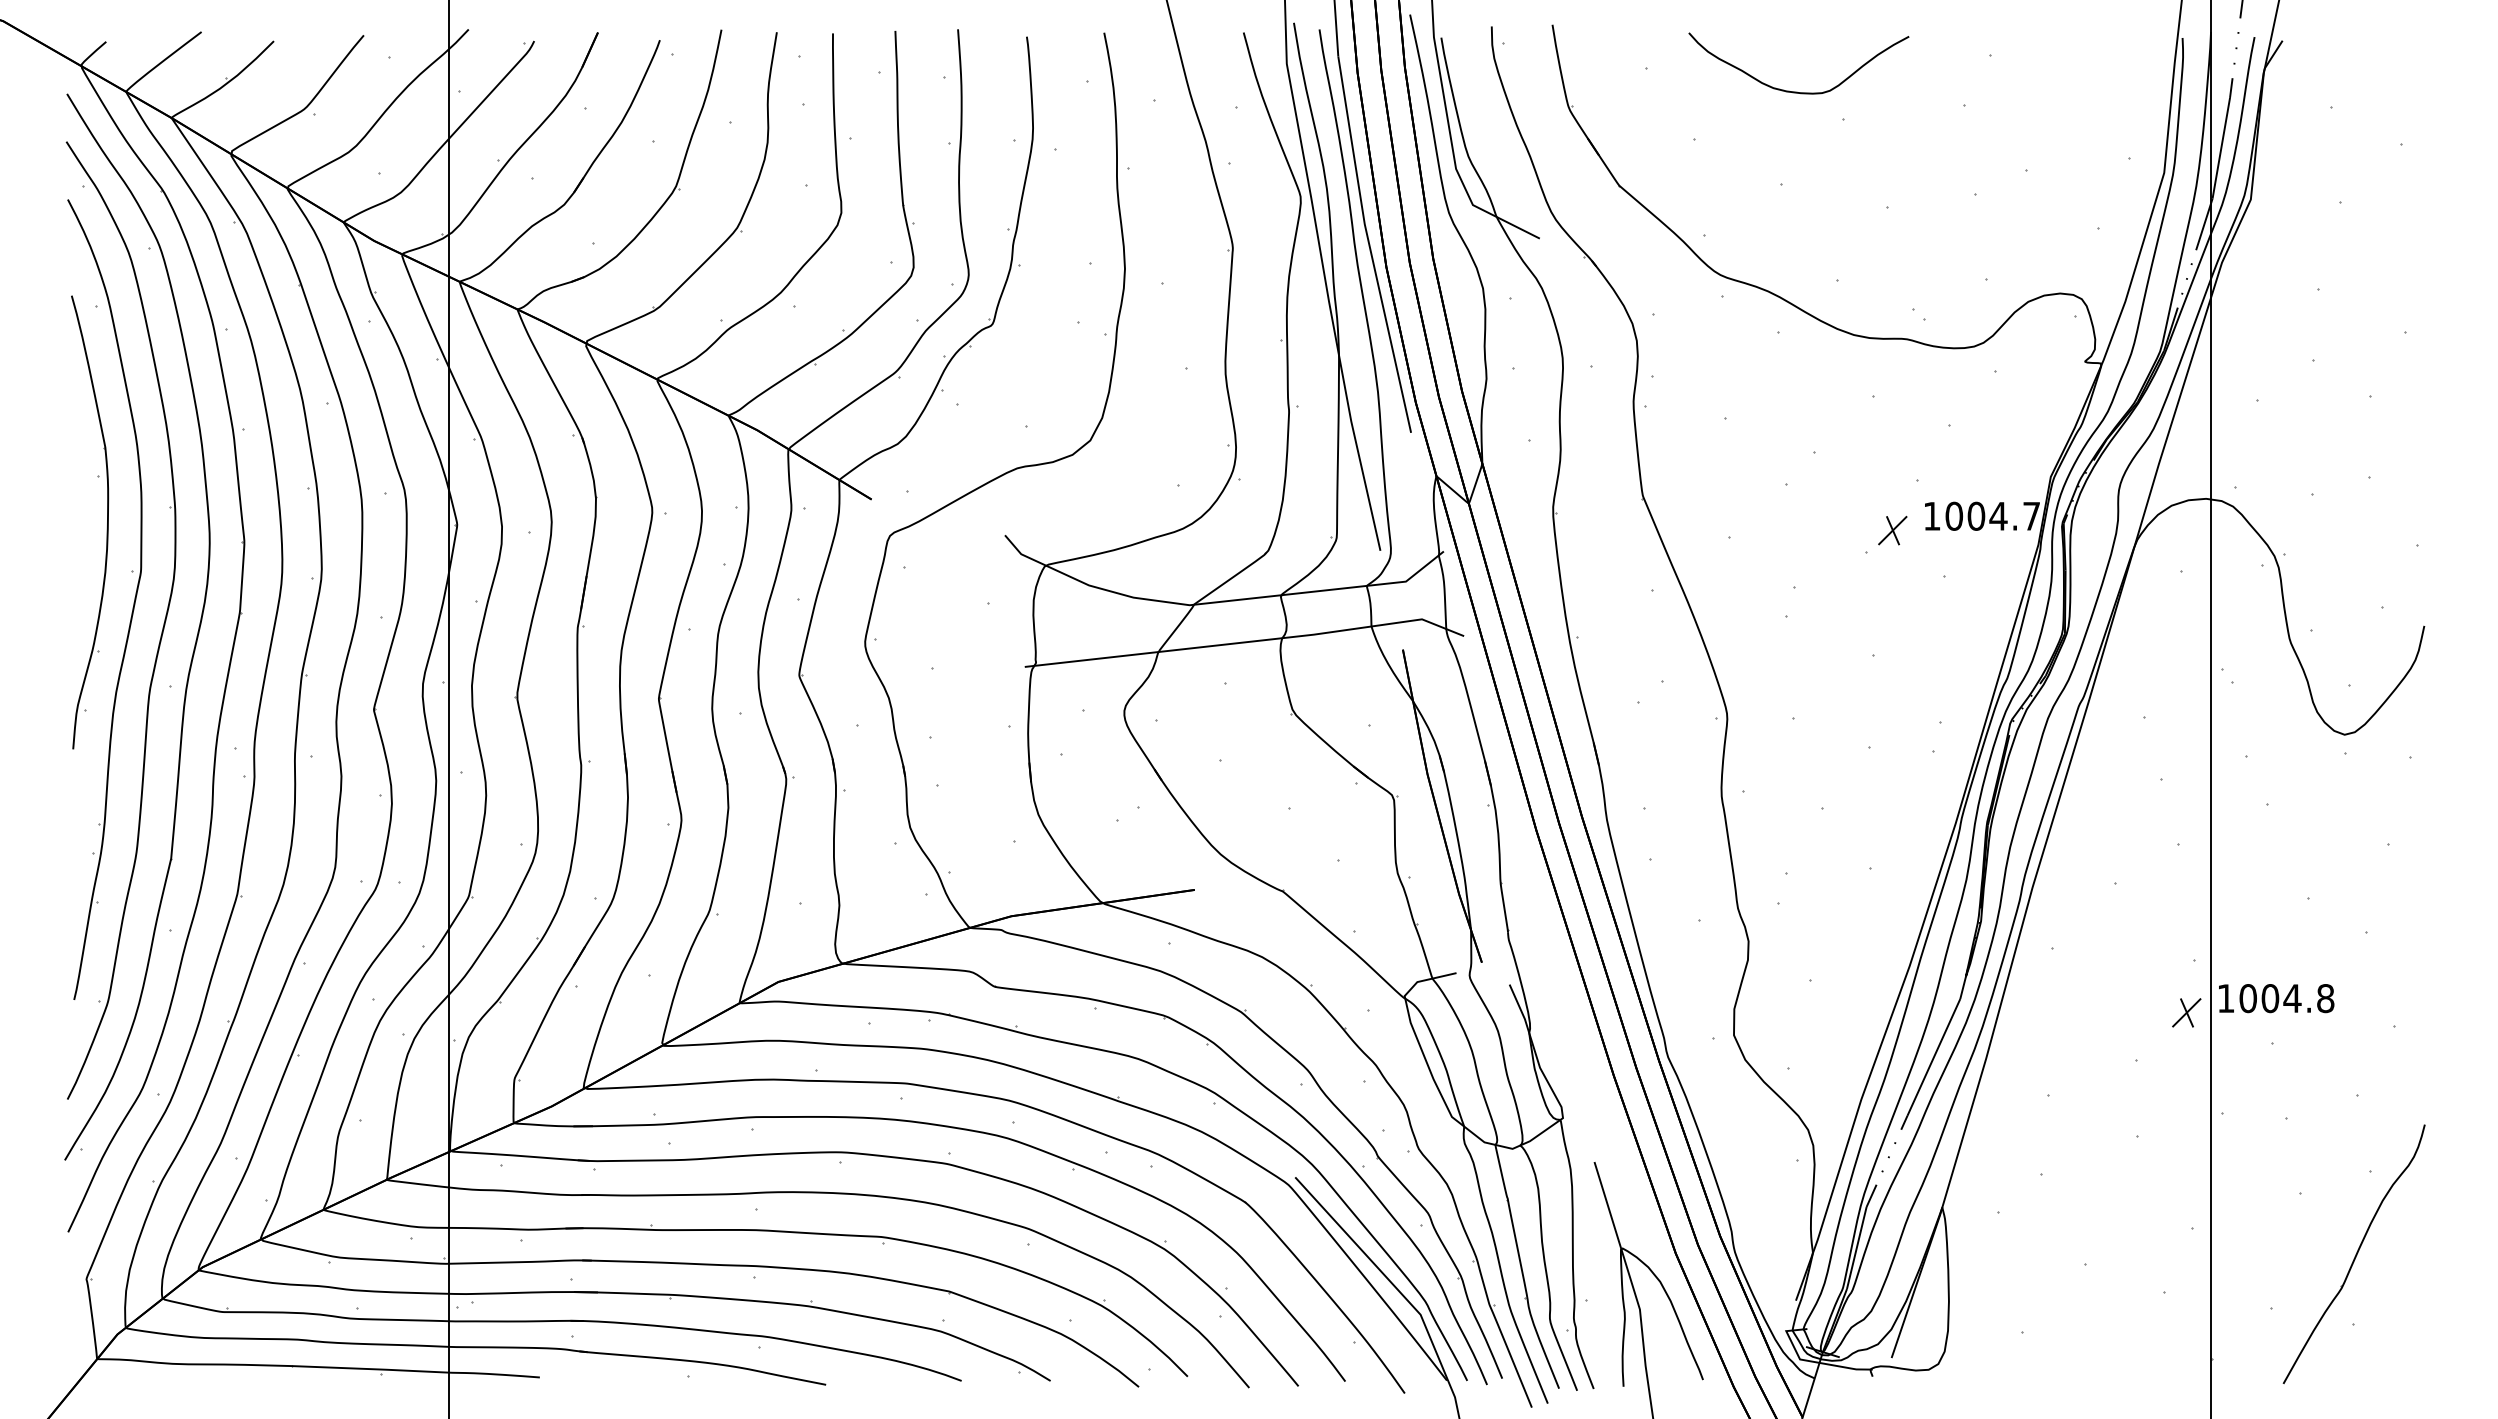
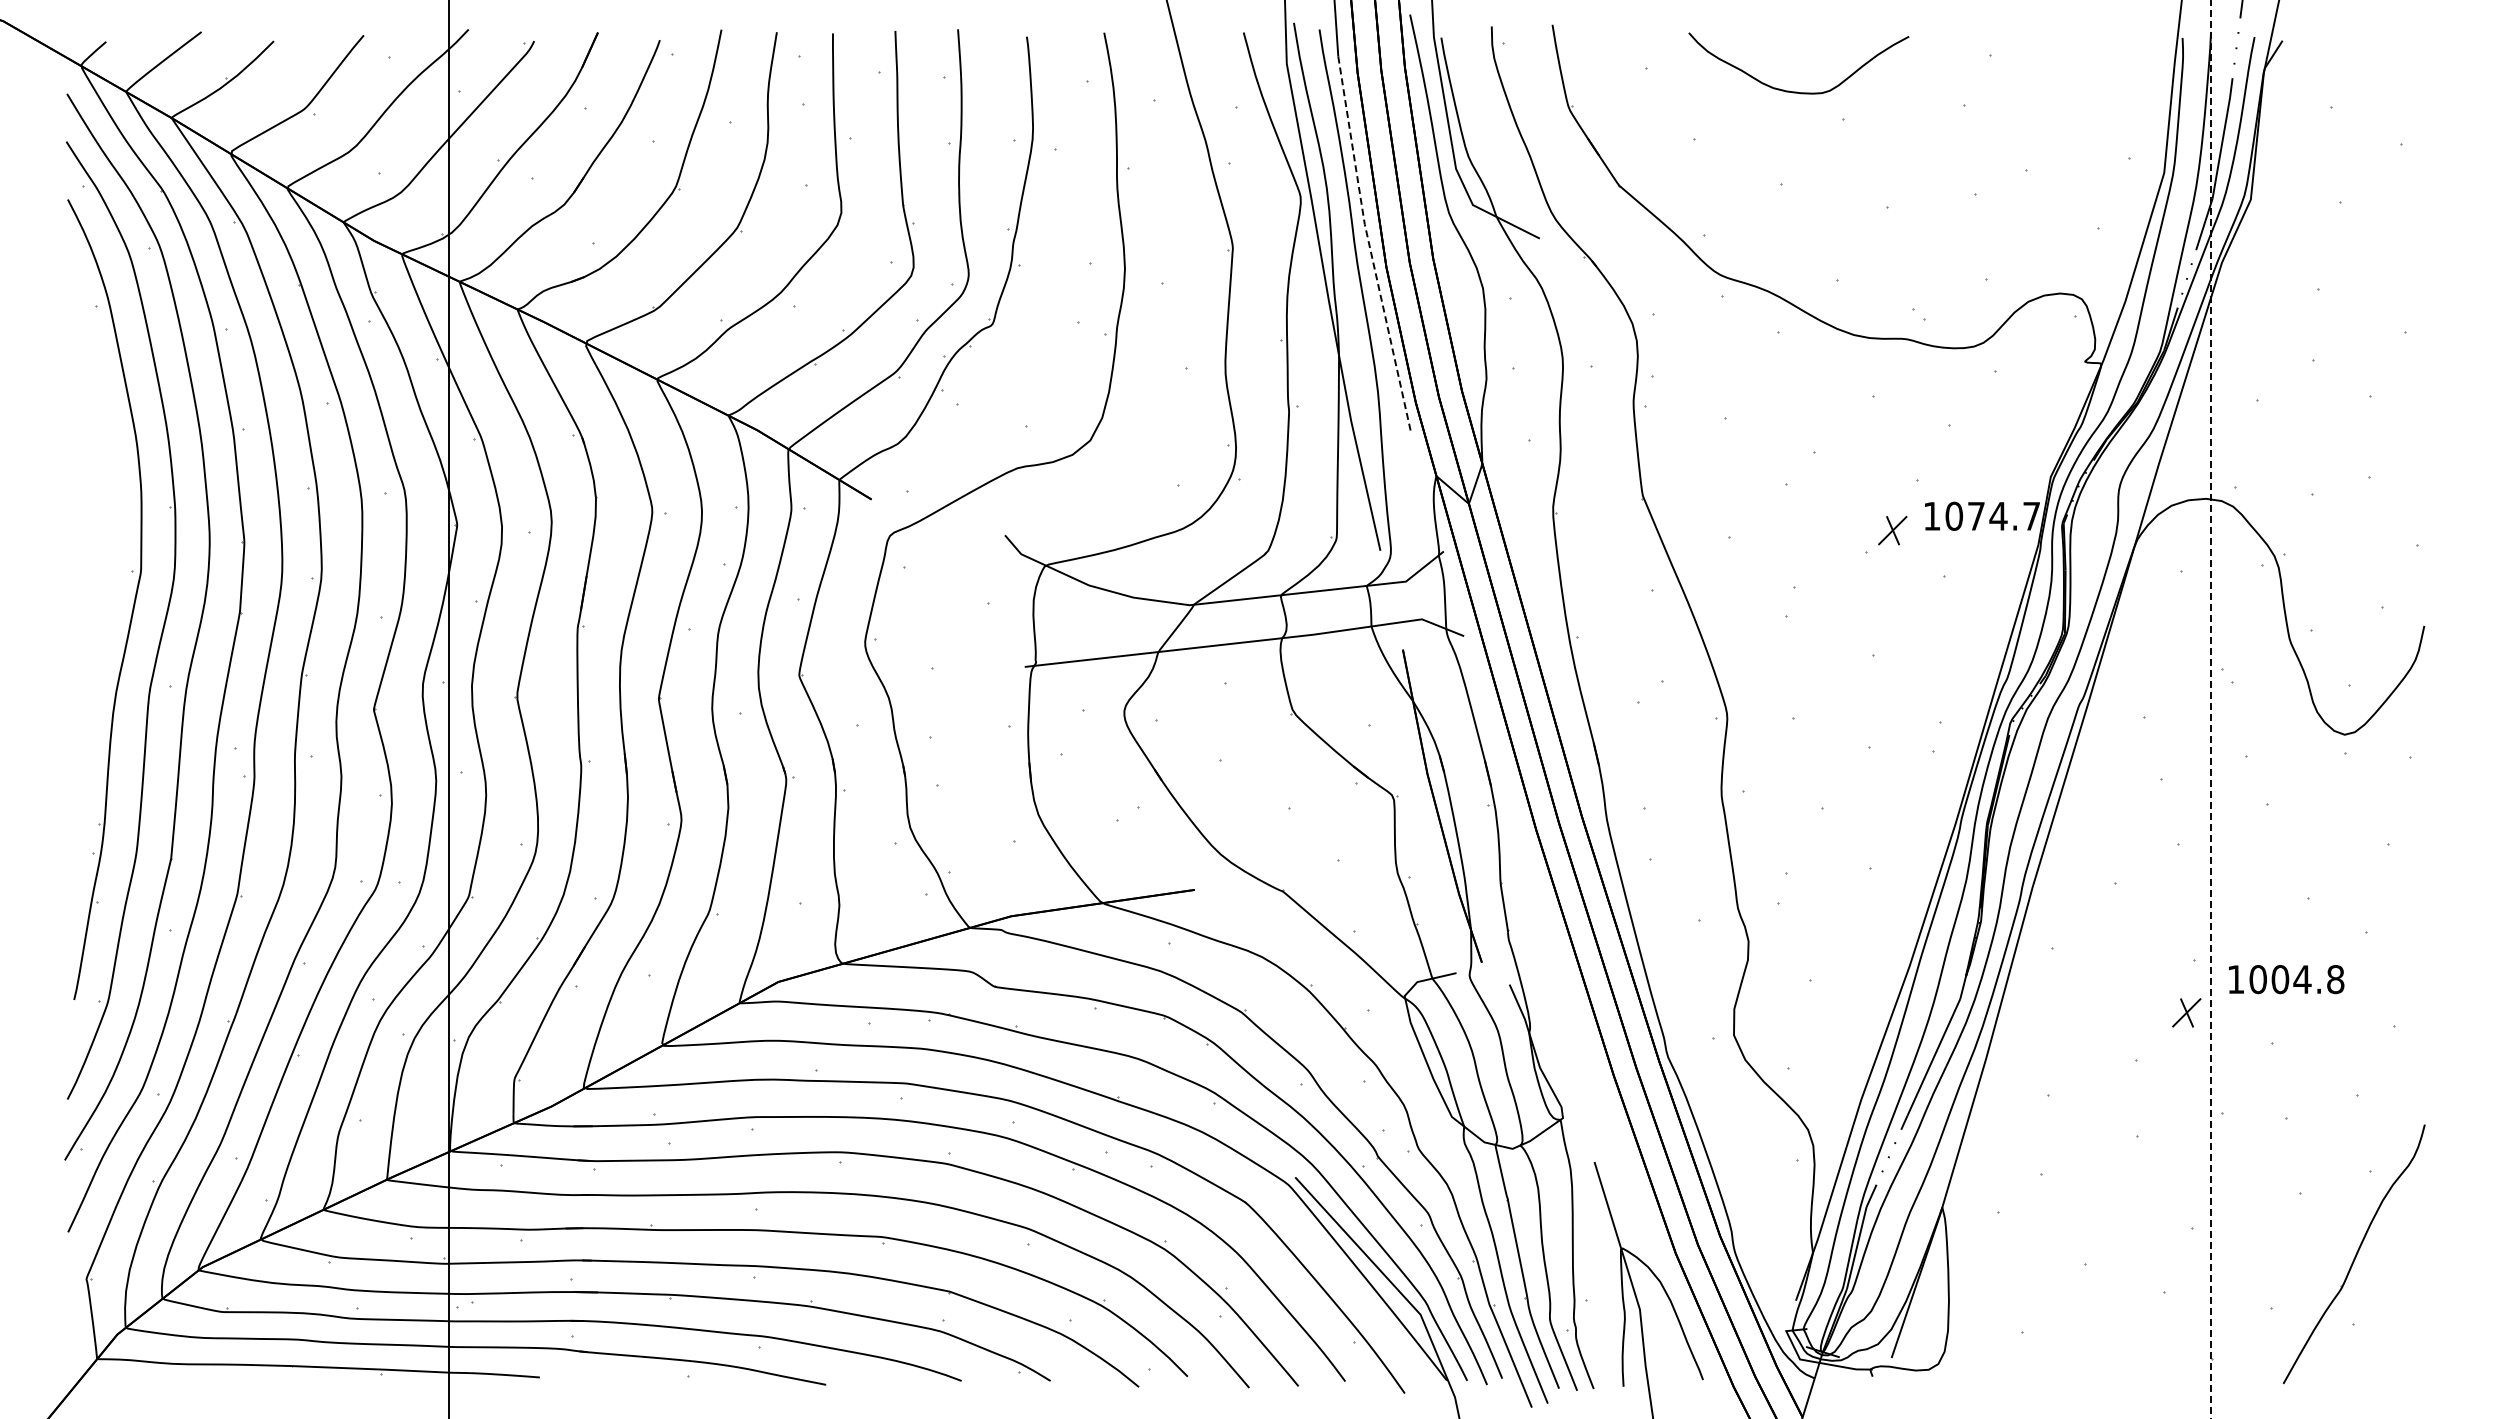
line at (1369, 245): solid -> dashed
text at (1976, 515): 1004.7 -> 1074.7
part at (107, 522): present -> none
line at (2211, 709): solid -> dashed
text at (2276, 998) position: (2276, 998) -> (2286, 979)
